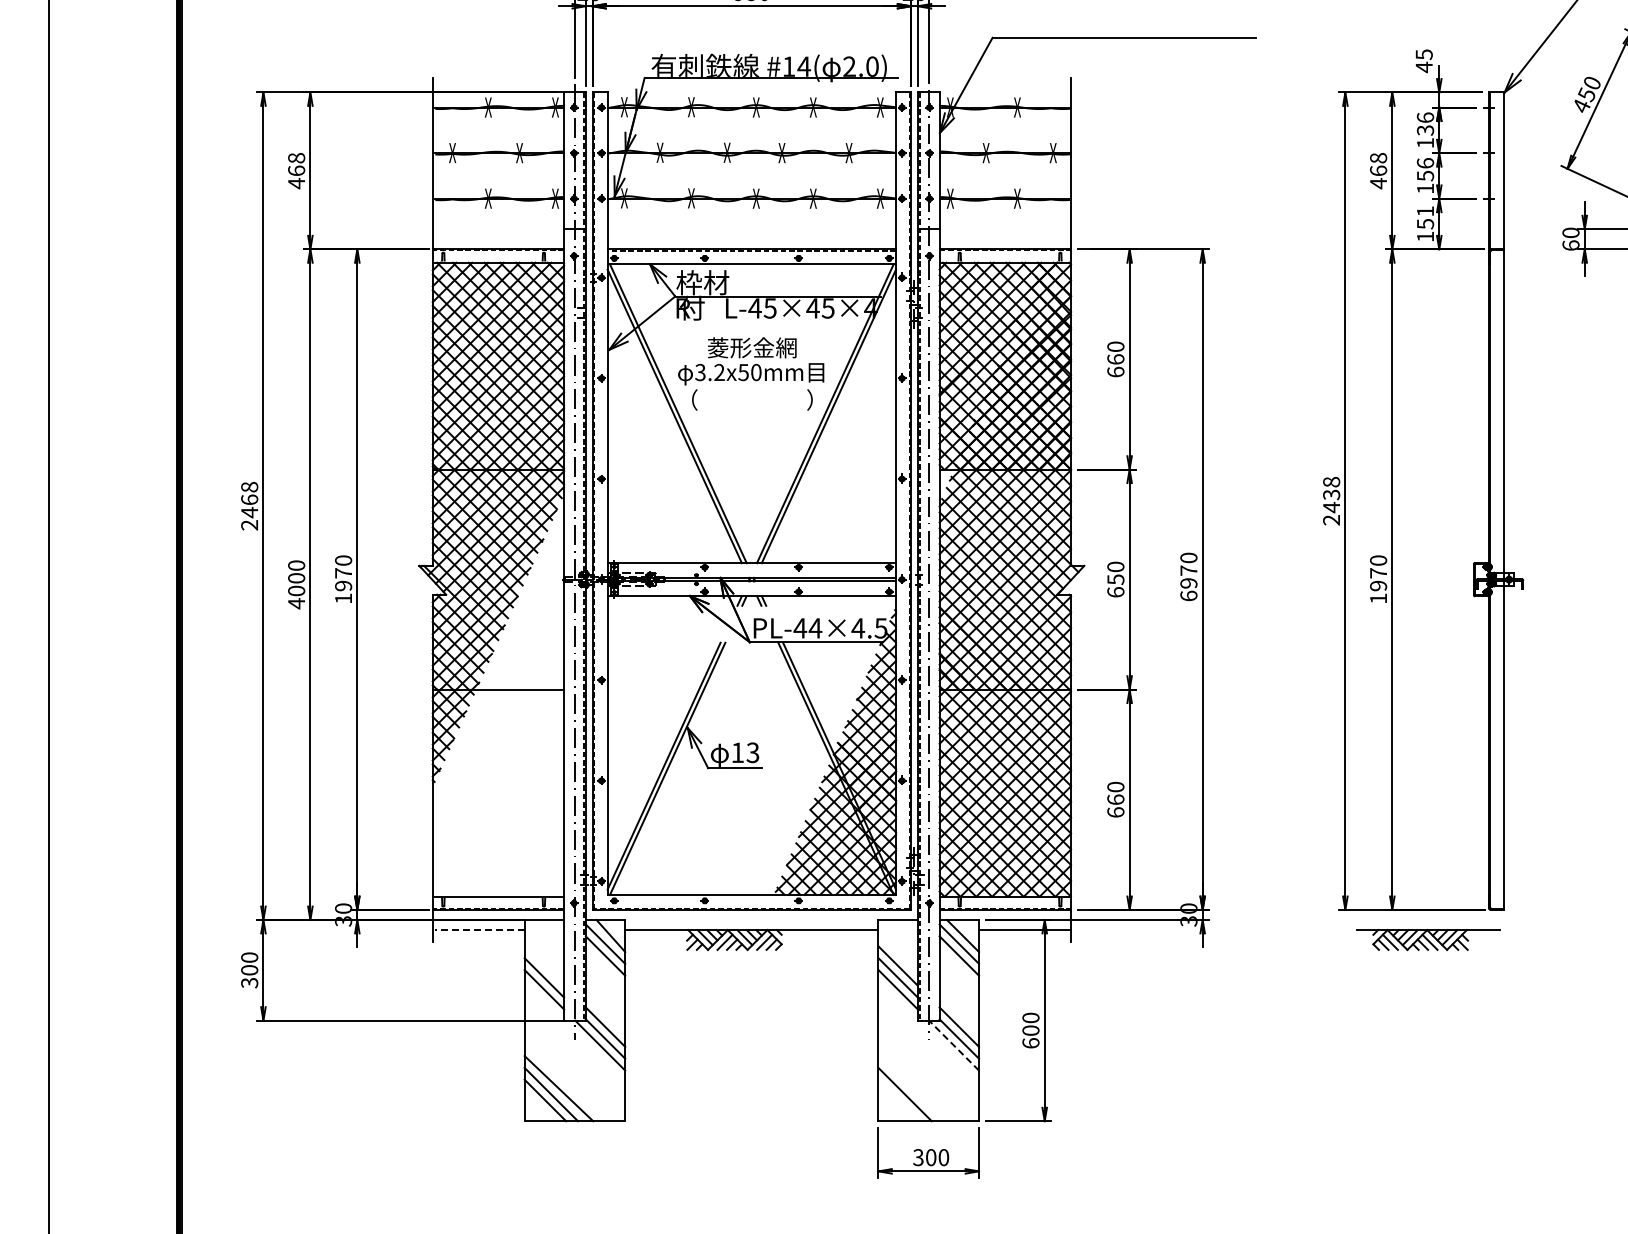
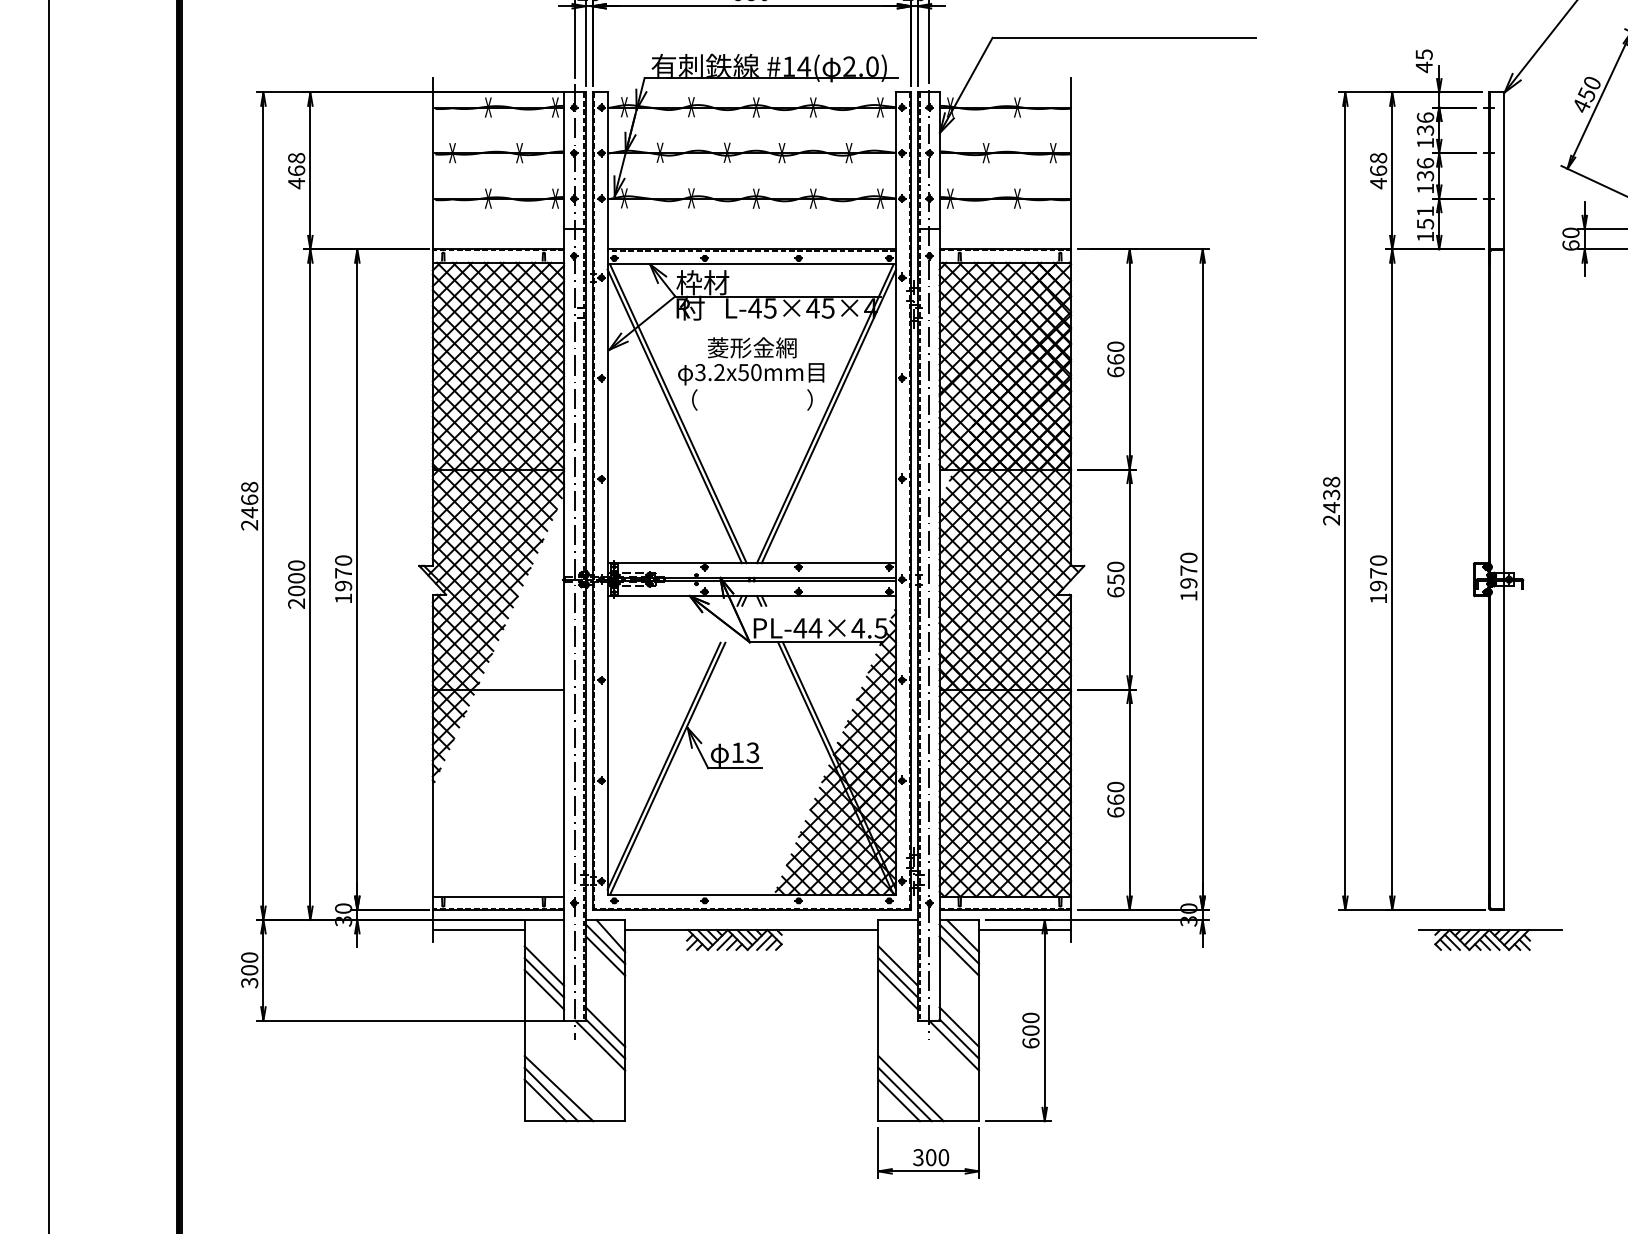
text at (1424, 175): 156 -> 136
text at (1188, 595): 6970 -> 1970
text at (296, 603): 4000 -> 2000
line at (480, 930): dashed -> solid
part at (1428, 939) position: (1428, 939) -> (1490, 939)
line at (544, 965): none -> present
line at (953, 1045): dashed -> solid
line at (910, 1088): none -> present
line at (898, 1100): none -> present
